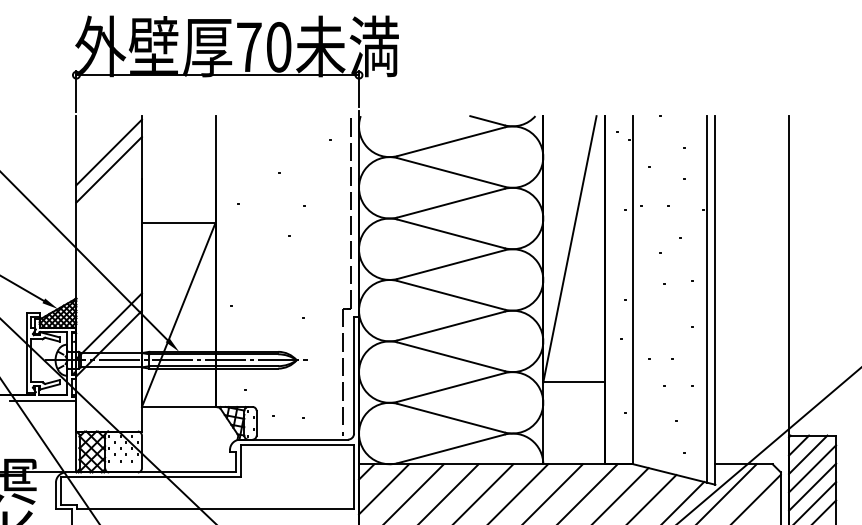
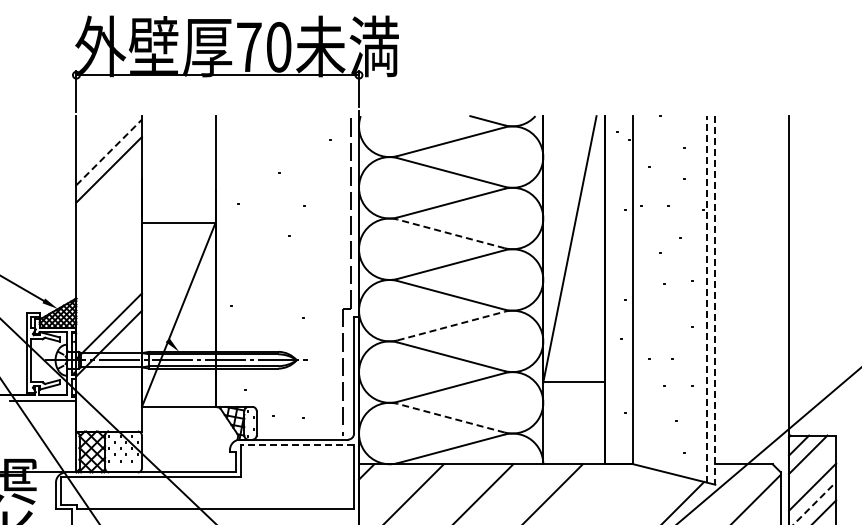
line at (109, 152): solid -> dashed
line at (450, 233): solid -> dashed
line at (84, 256): present -> none
line at (707, 298): solid -> dashed
line at (715, 300): solid -> dashed
line at (451, 325): solid -> dashed
line at (450, 418): solid -> dashed
line at (297, 444): solid -> dashed
line at (812, 468): present -> none
line at (384, 489): present -> none
line at (449, 492): present -> none
line at (519, 492): present -> none
line at (588, 492): present -> none
line at (727, 492): present -> none
line at (621, 494): present -> none
line at (652, 498): present -> none
line at (815, 503): solid -> dashed
